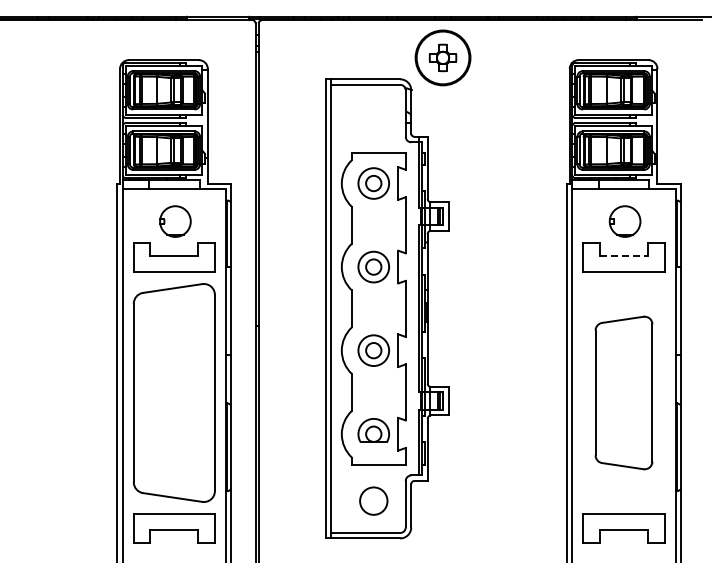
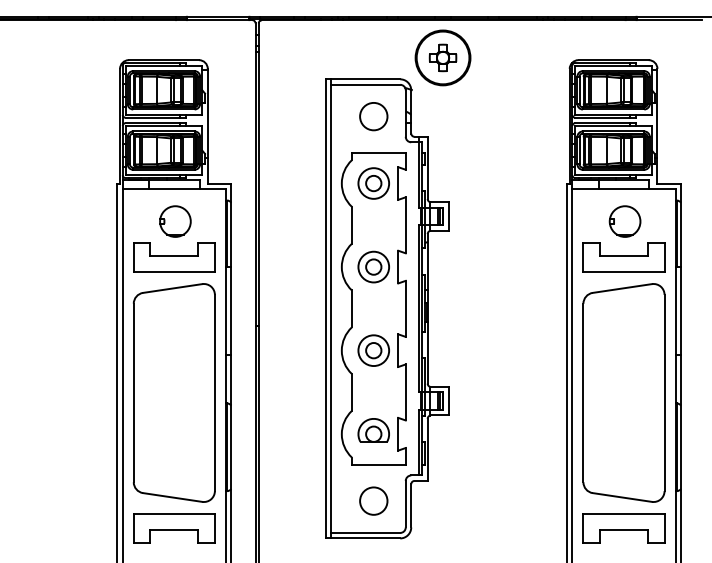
circle at (373, 116): none -> present
line at (624, 255): dashed -> solid
part at (623, 392) size: 60x156 px -> 84x220 px
